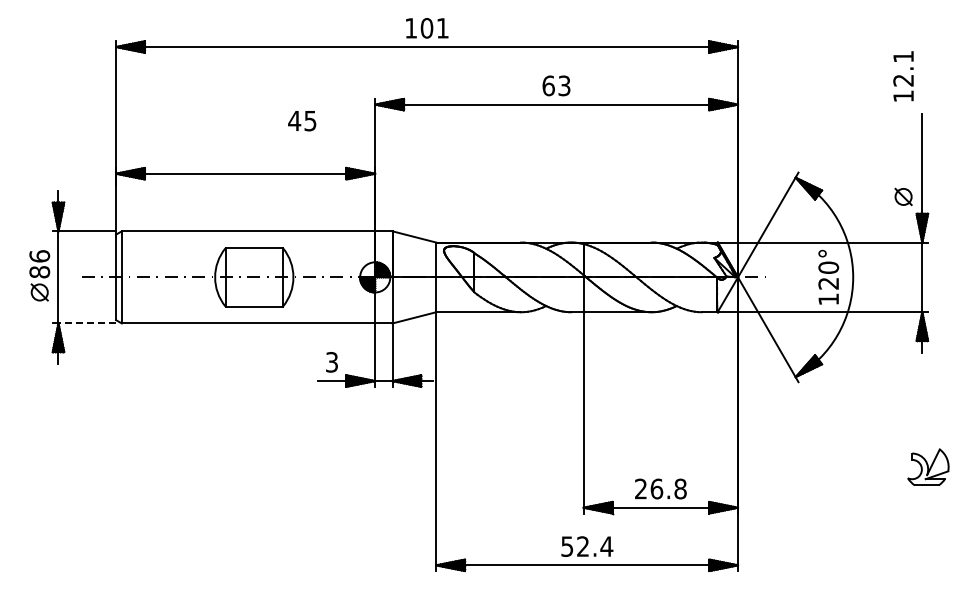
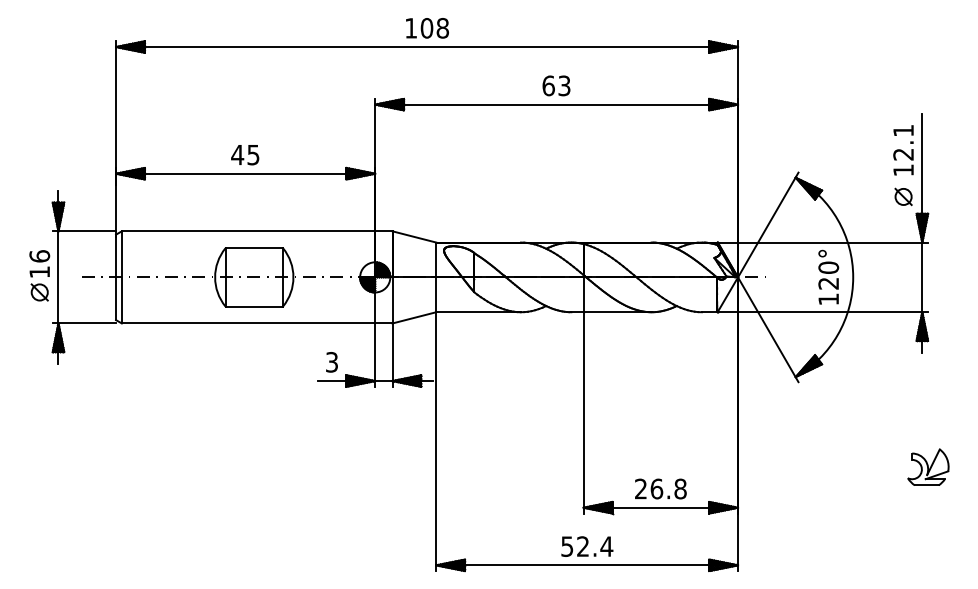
text at (442, 28): 101 -> 108
text at (903, 76) position: (903, 76) -> (903, 150)
text at (302, 121) position: (302, 121) -> (245, 155)
text at (39, 272): 86 -> 16
line at (87, 323): dashed -> solid
